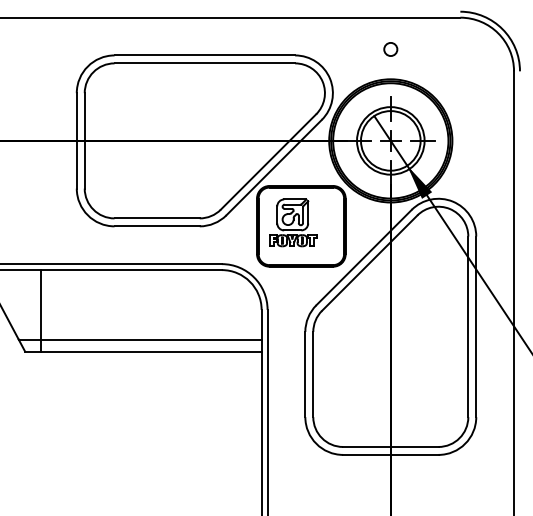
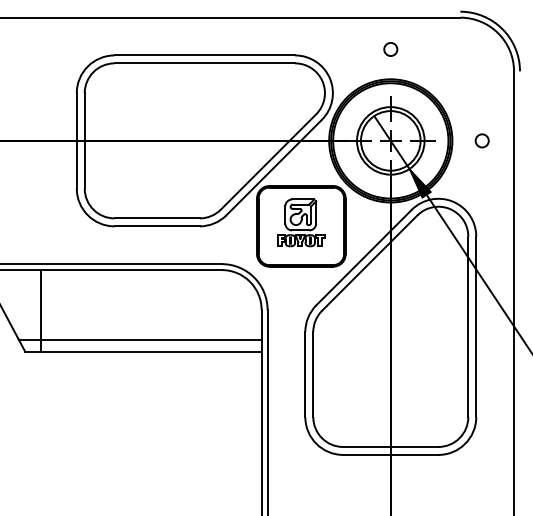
circle at (481, 140): none -> present
part at (293, 222) position: (293, 222) -> (301, 222)
